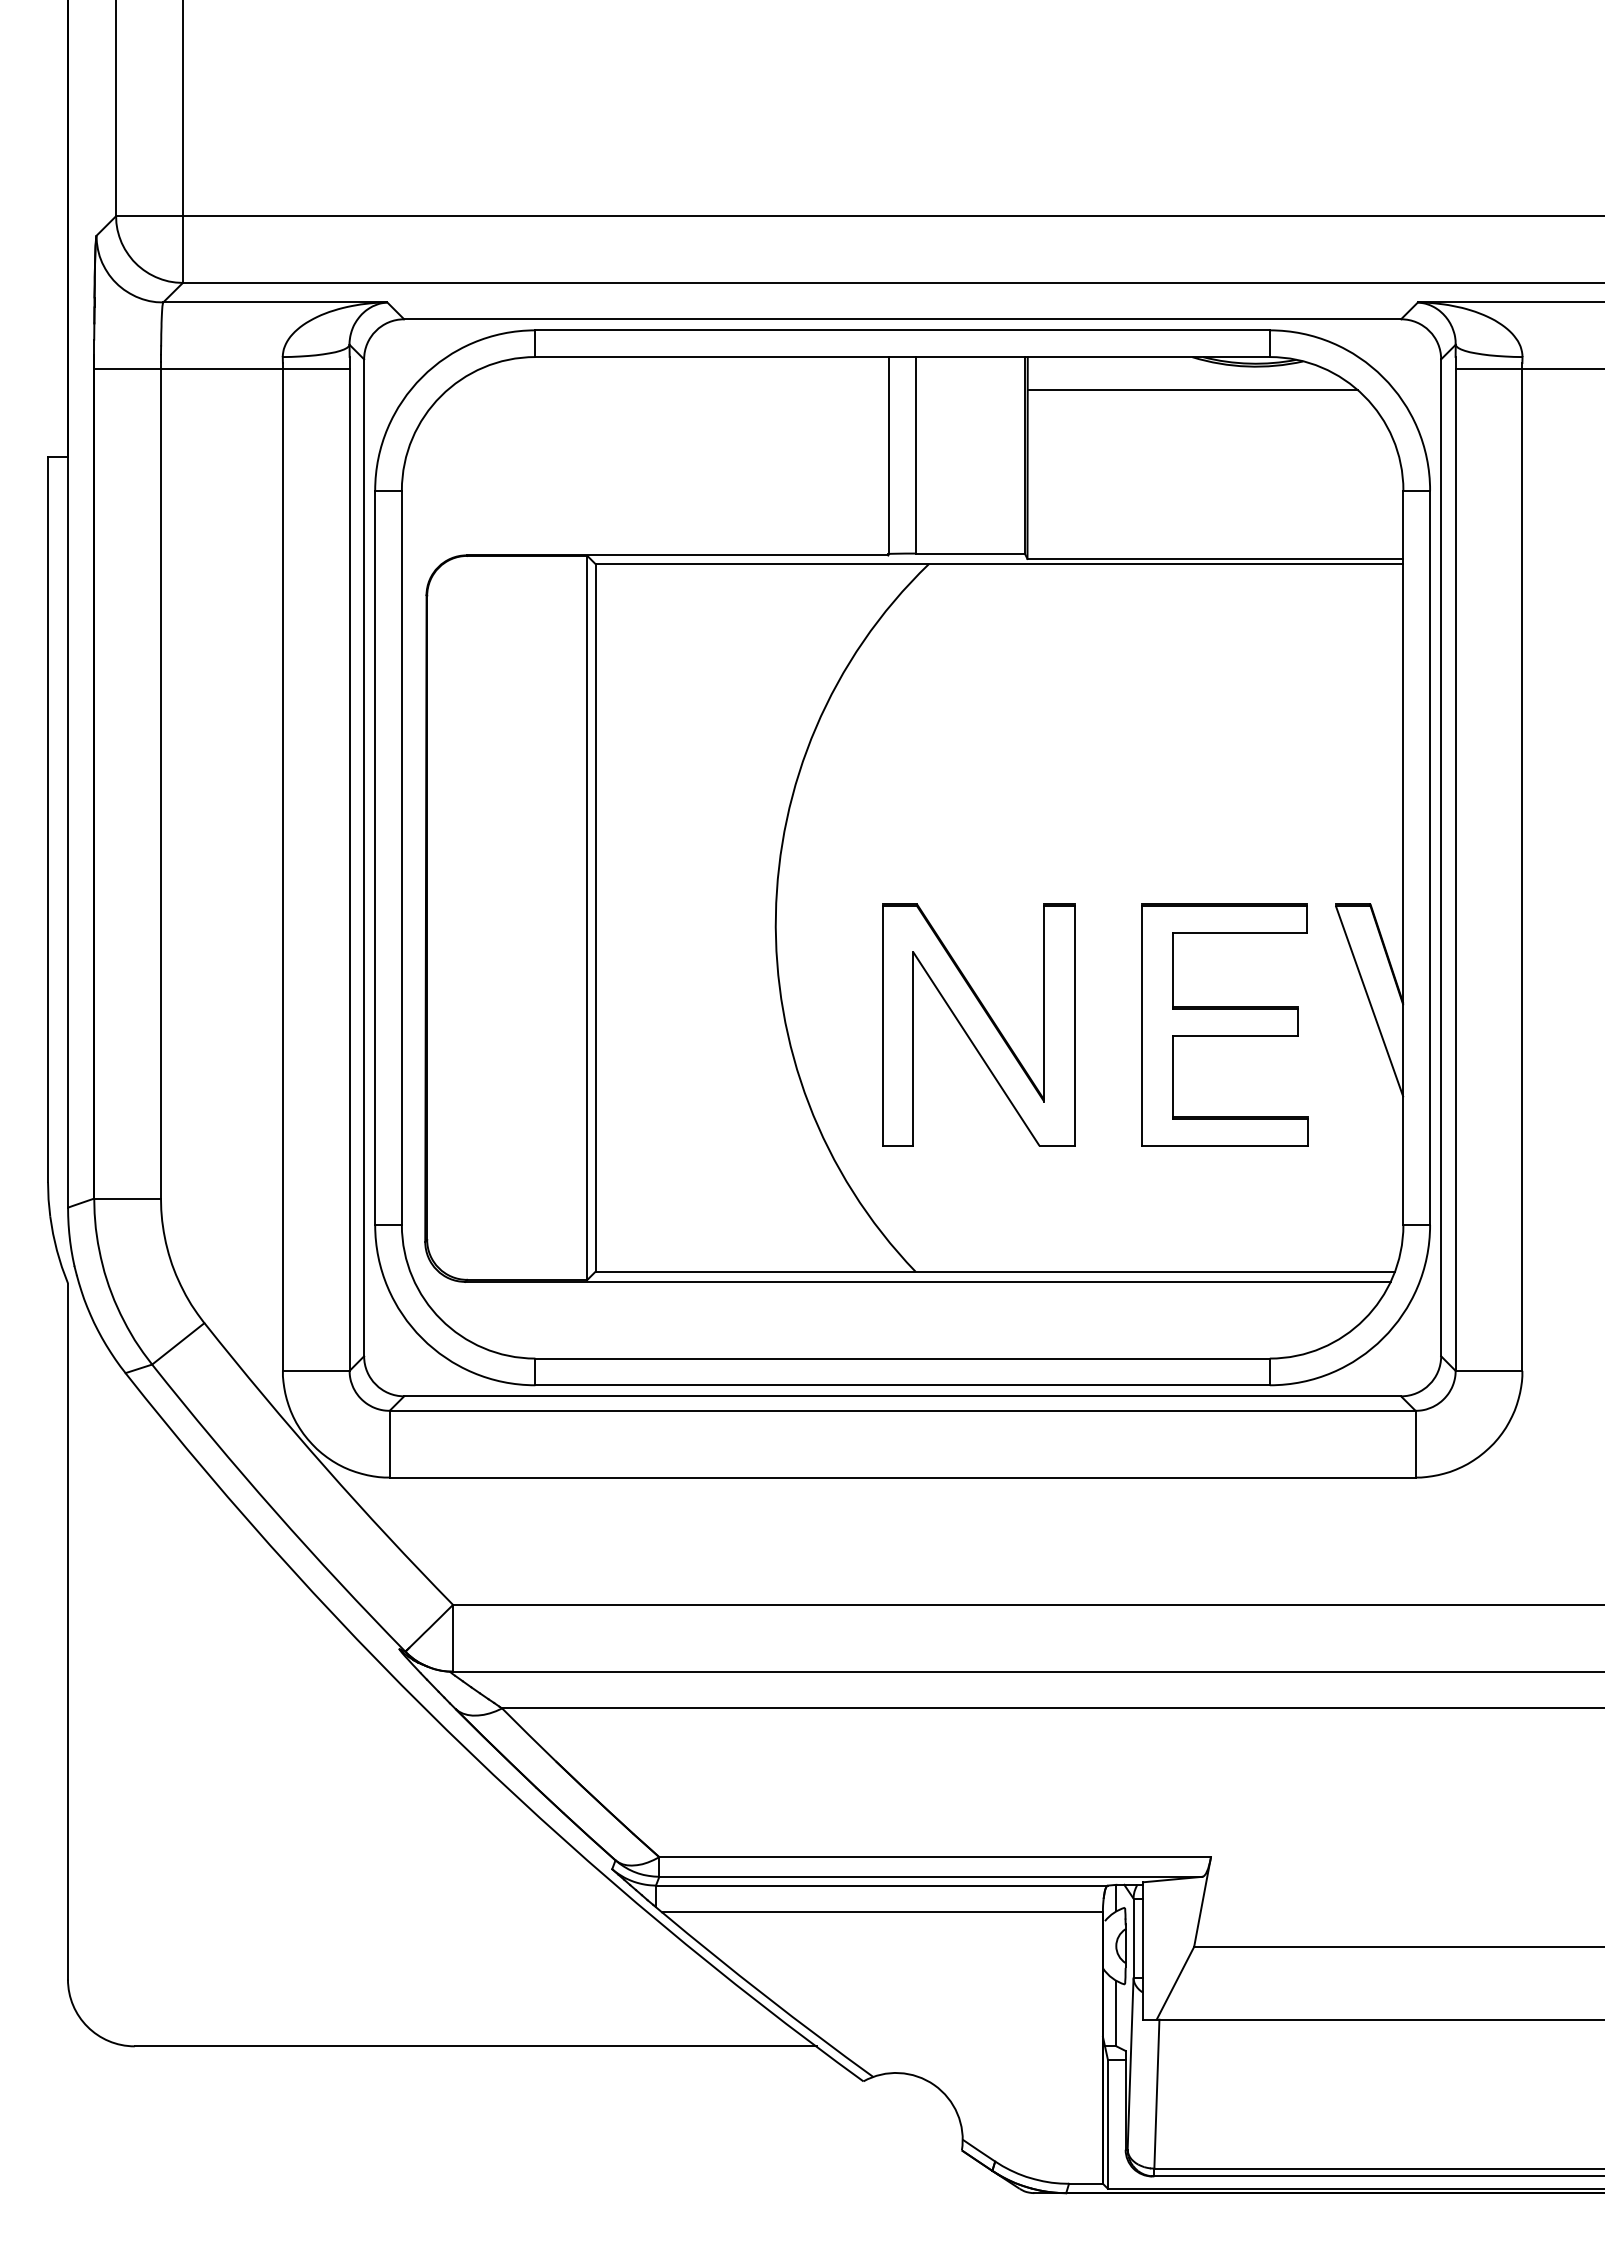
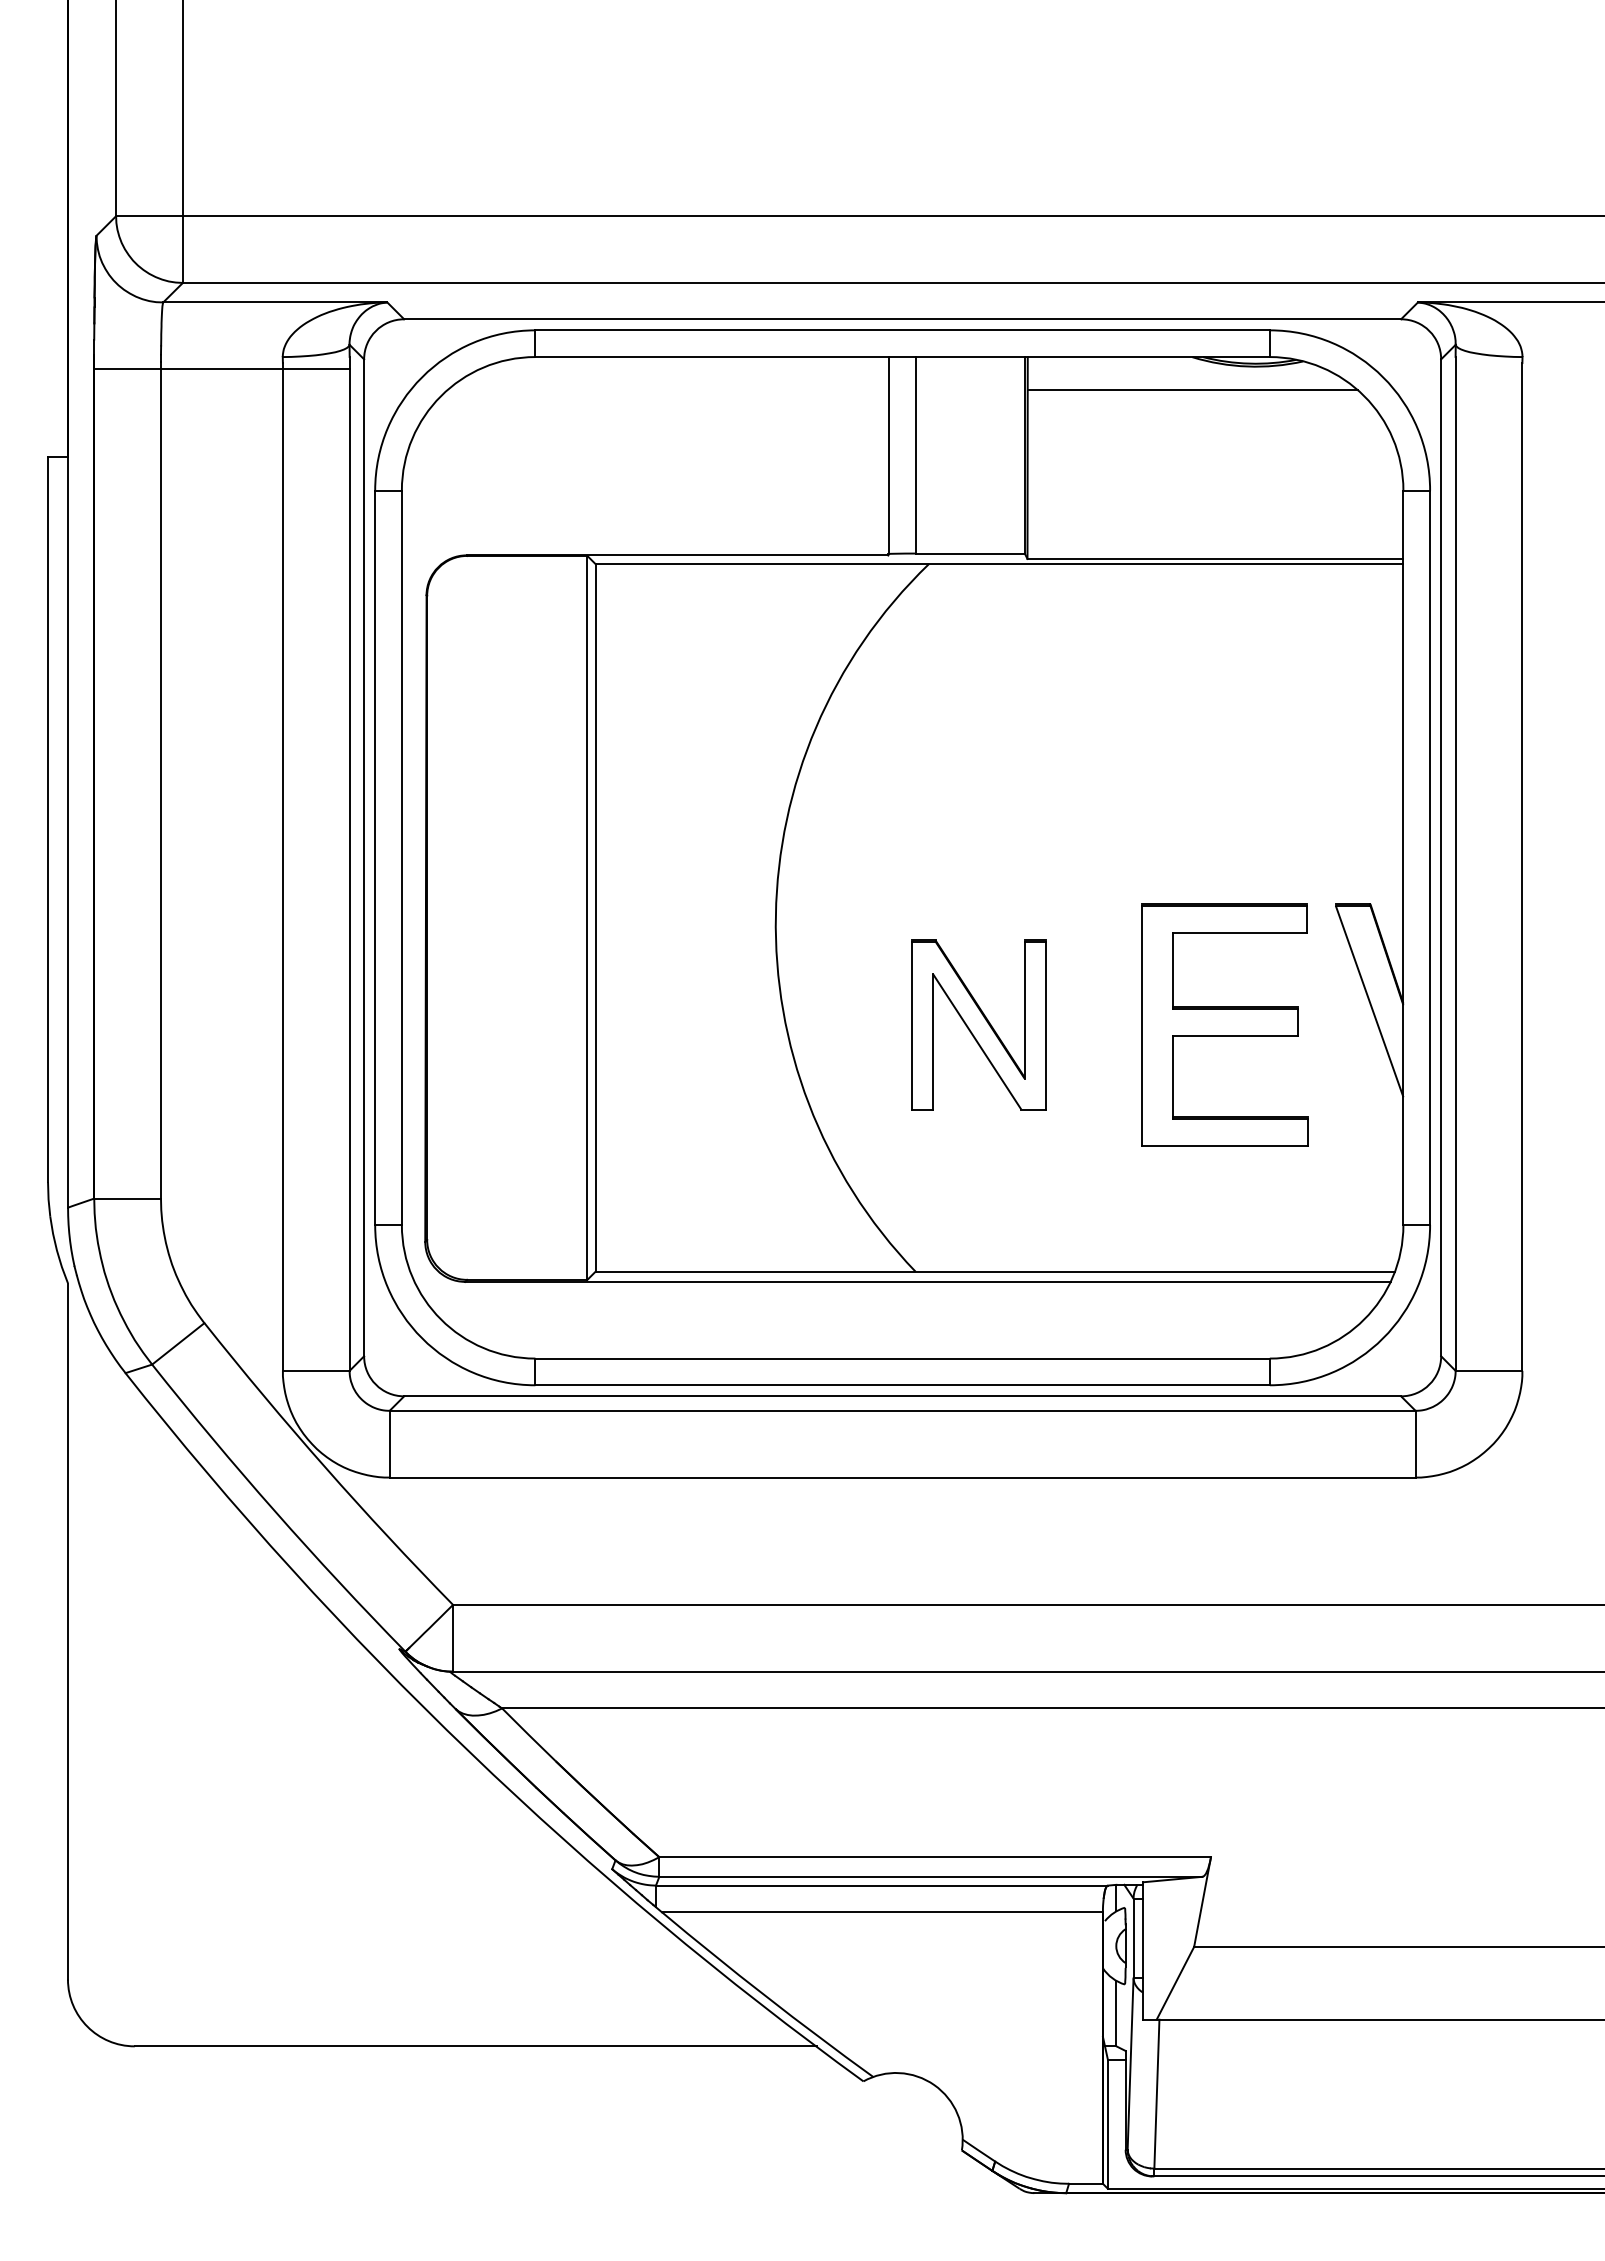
line at (1528, 369): present -> none
part at (978, 1024) size: 194x244 px -> 136x172 px
